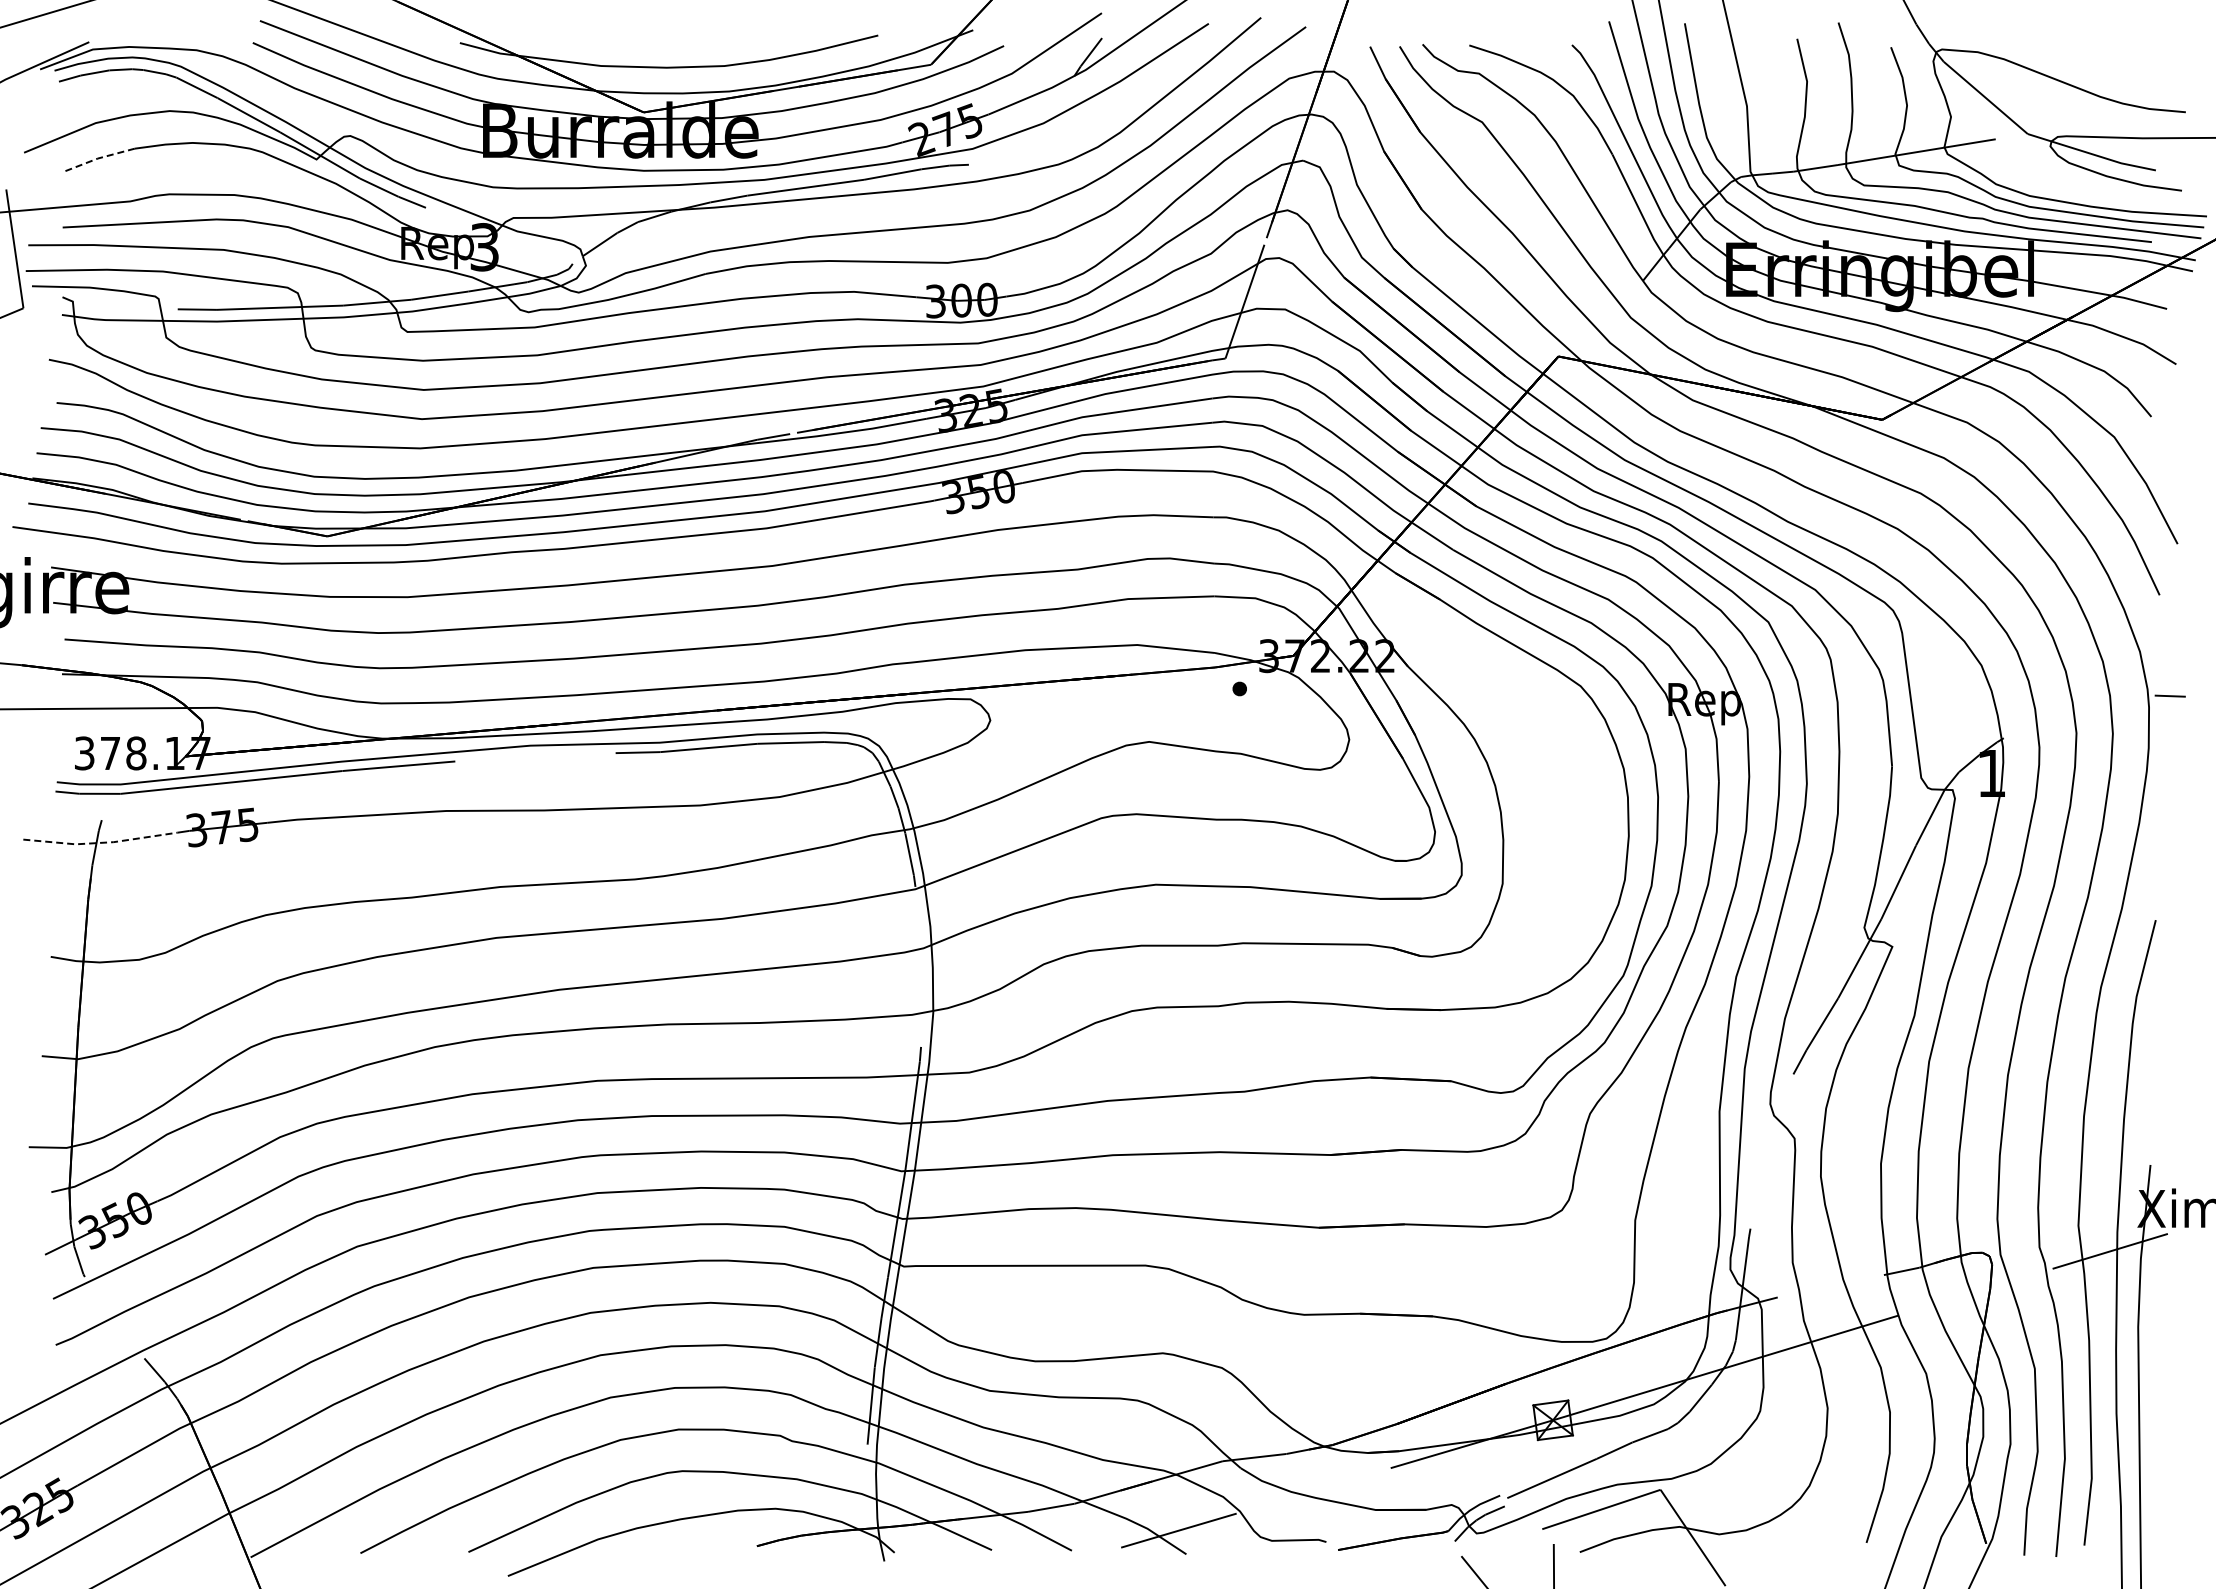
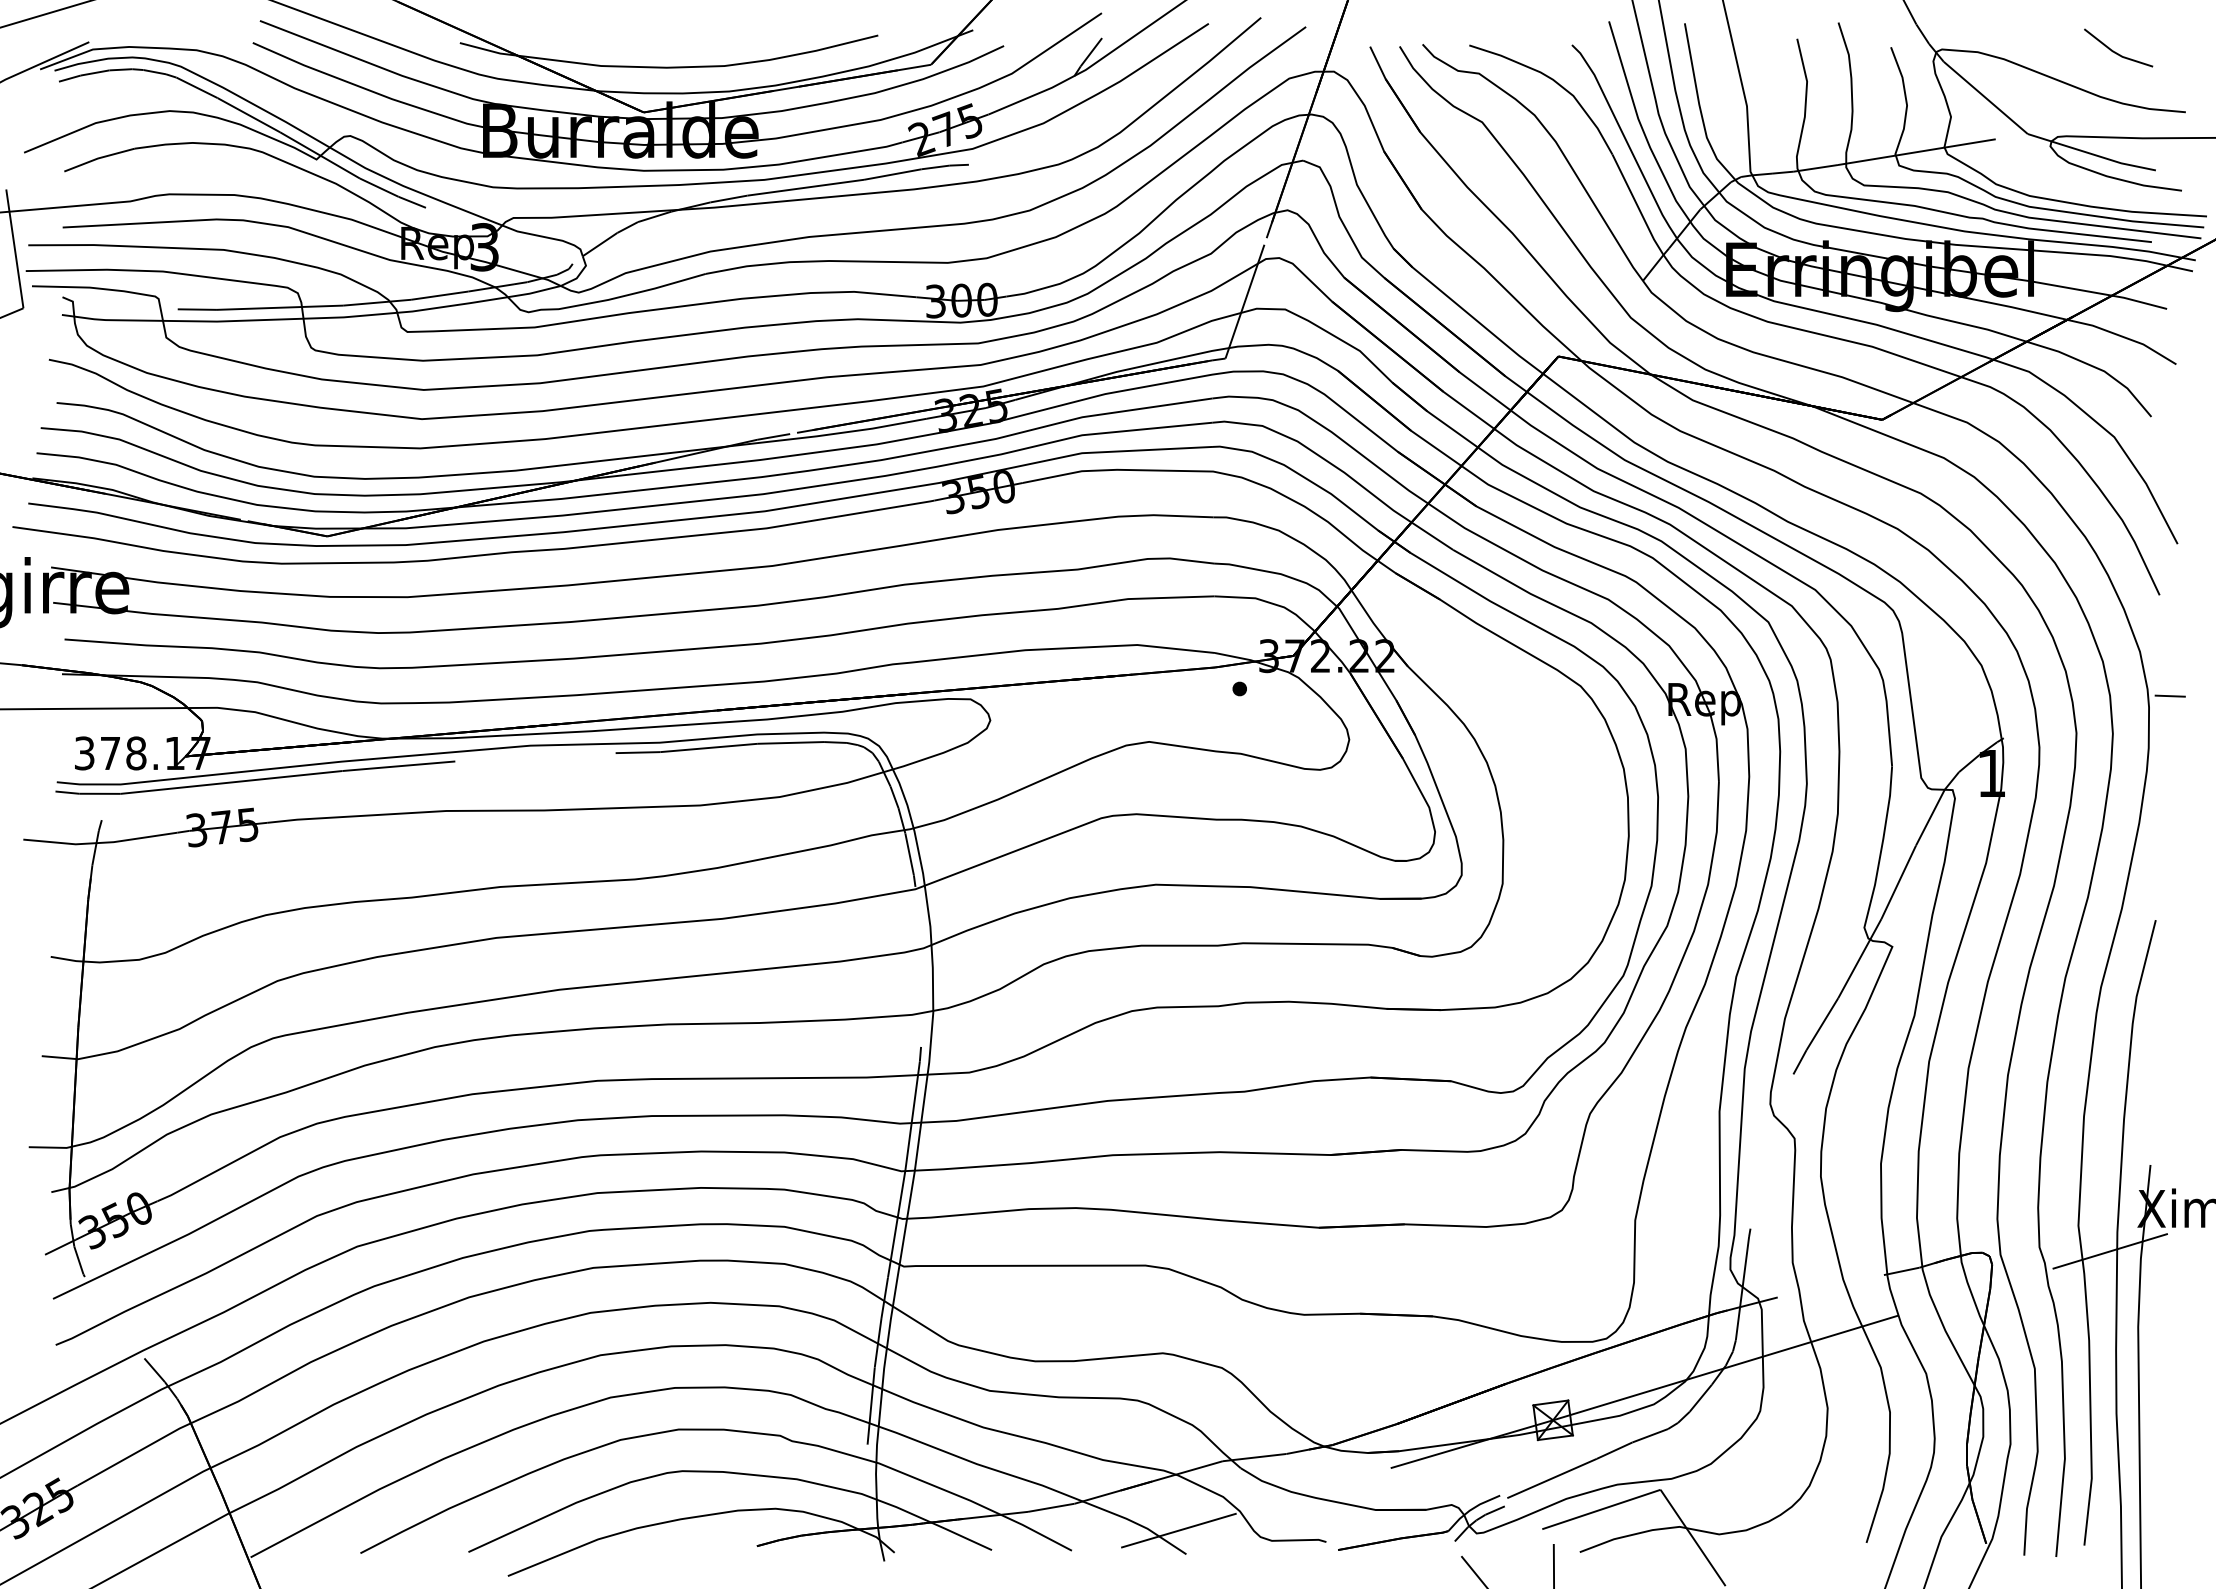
line at (2115, 51): none -> present
line at (97, 158): dashed -> solid
line at (101, 842): dashed -> solid
